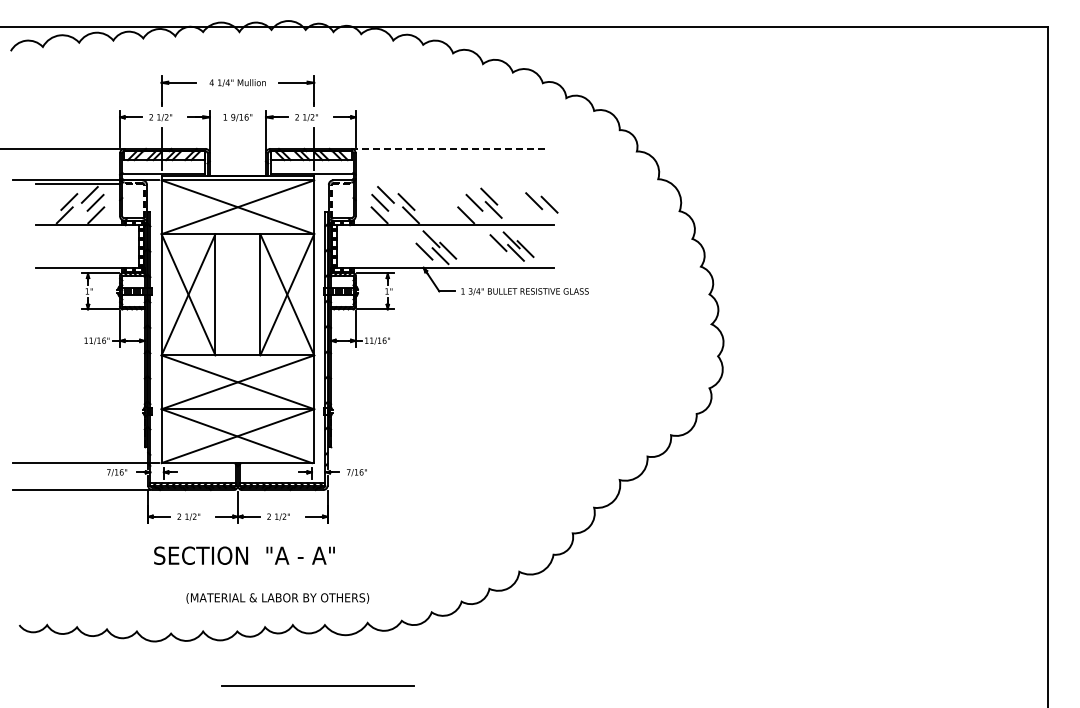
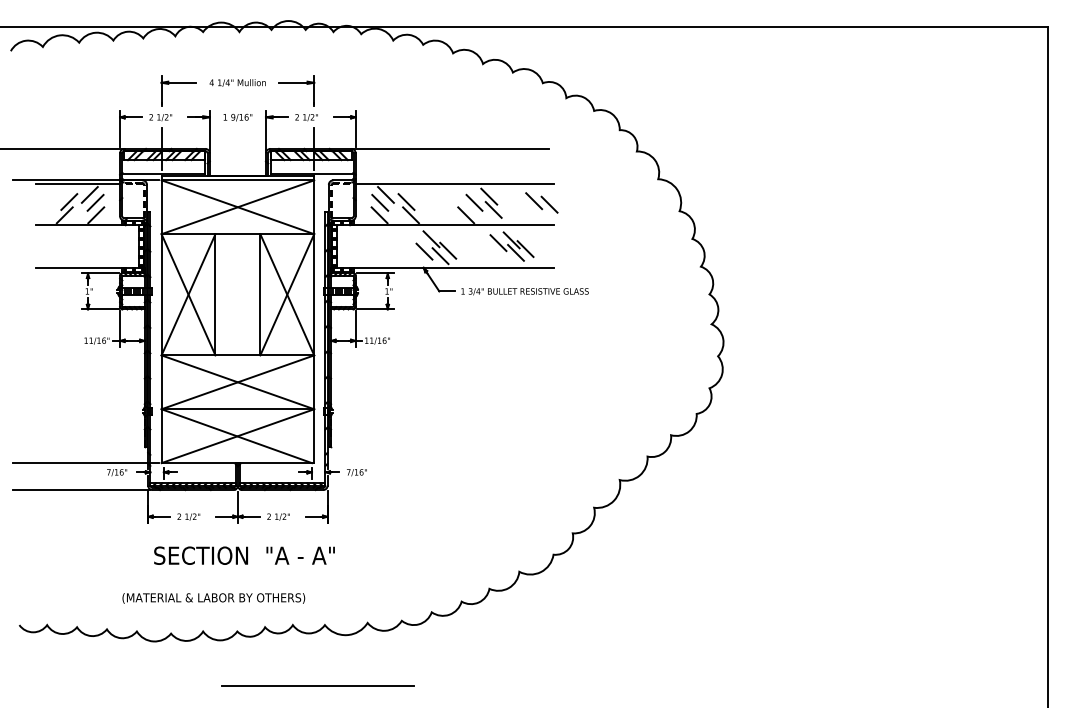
line at (450, 148): dashed -> solid
line at (454, 183): none -> present
text at (277, 598) position: (277, 598) -> (213, 598)
